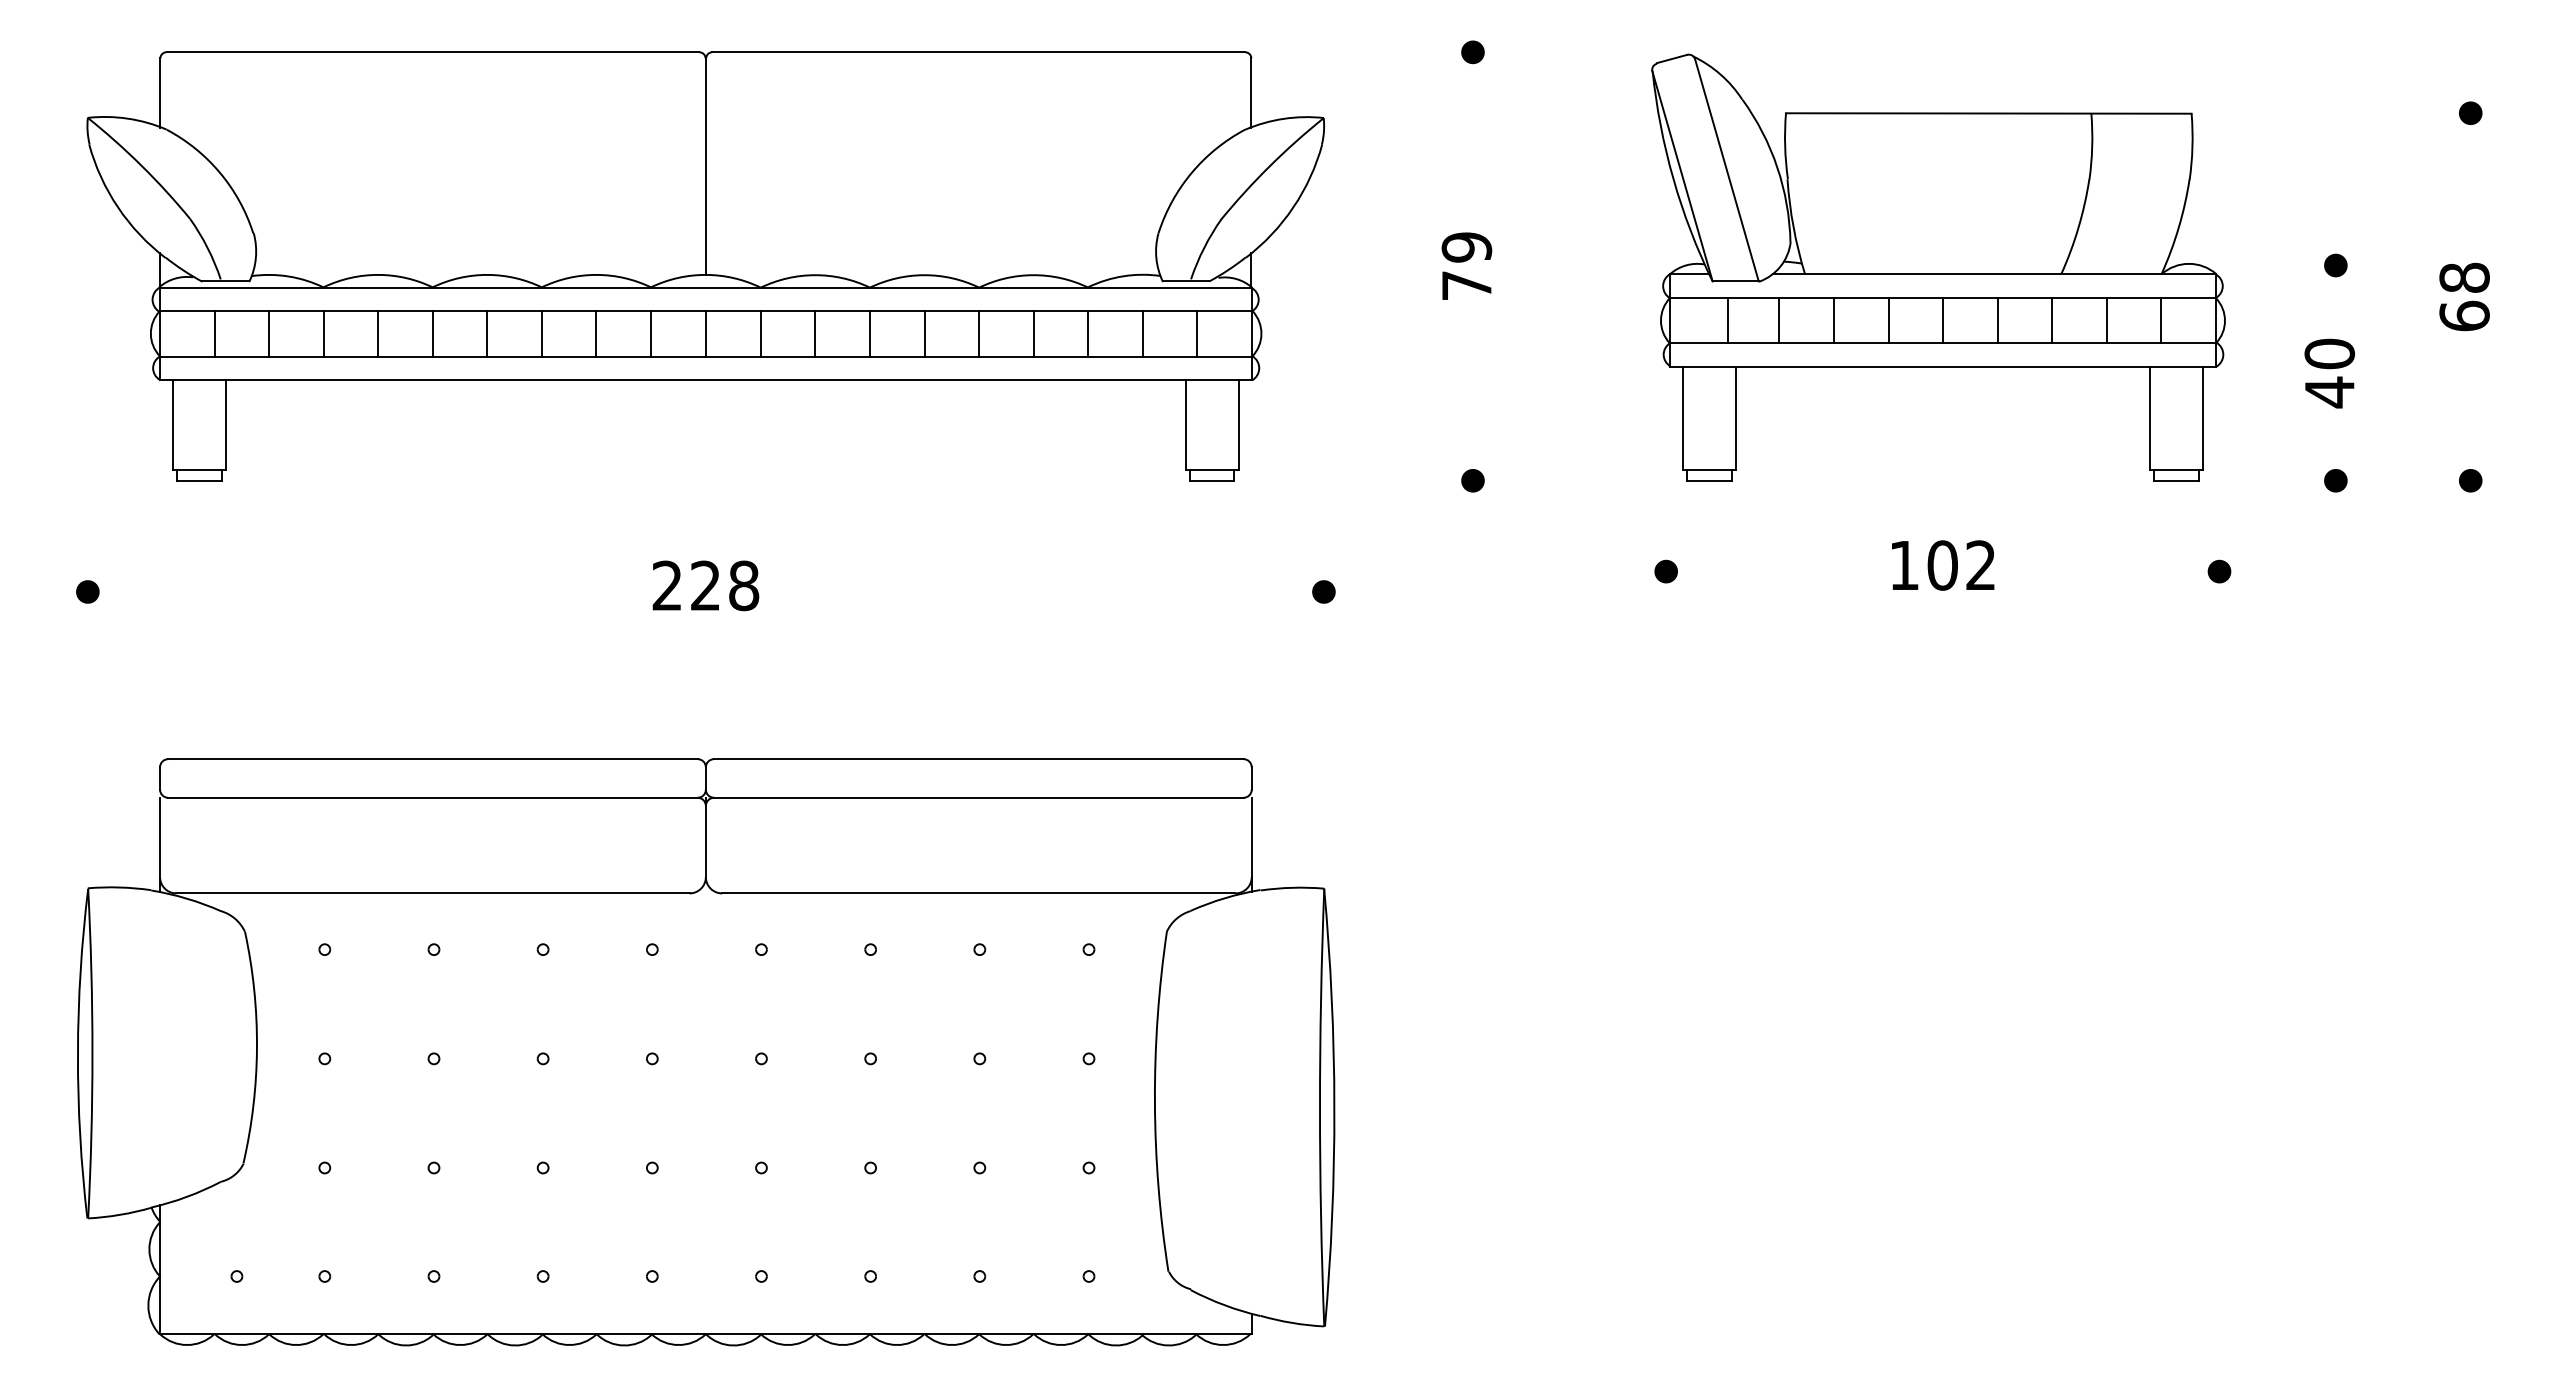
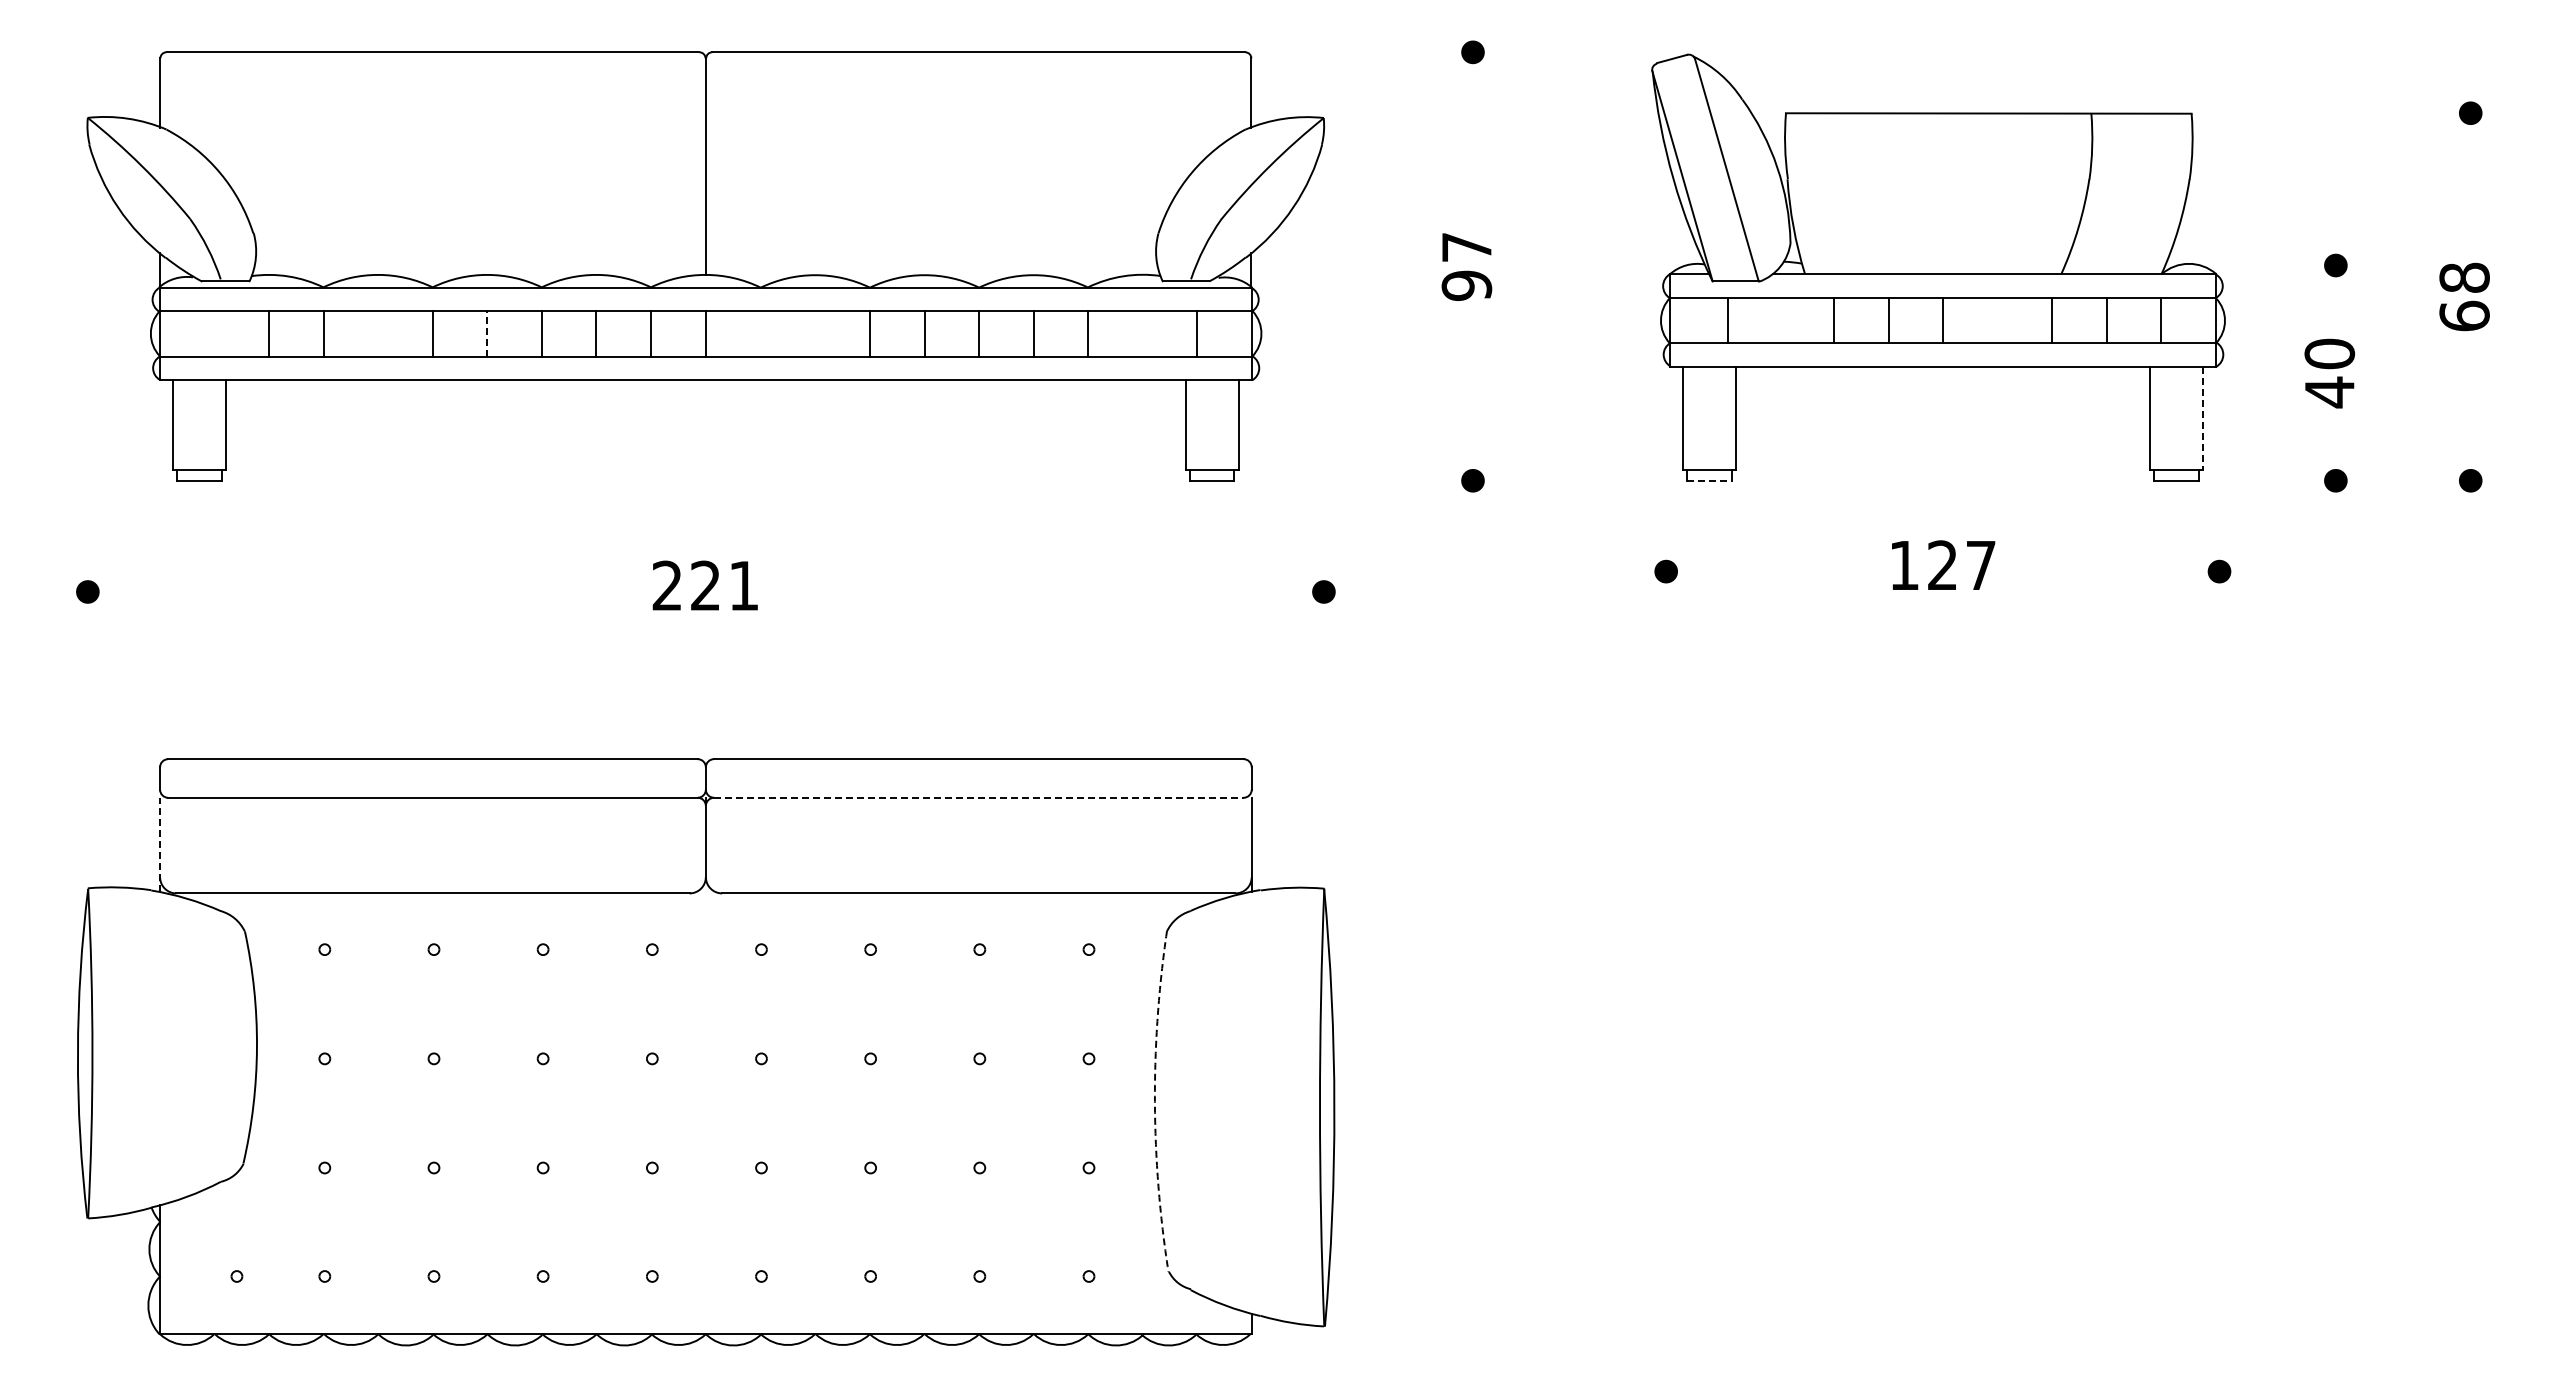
text at (1466, 266): 79 -> 97
line at (1779, 320): present -> none
line at (1997, 320): present -> none
line at (214, 333): present -> none
line at (378, 333): present -> none
line at (760, 333): present -> none
line at (815, 333): present -> none
line at (1142, 333): present -> none
line at (487, 334): solid -> dashed
line at (2202, 418): solid -> dashed
line at (1710, 480): solid -> dashed
text at (1961, 565): 102 -> 127
text at (744, 585): 228 -> 221
line at (978, 797): solid -> dashed
line at (160, 844): solid -> dashed
arc at (1154, 1101): solid -> dashed
